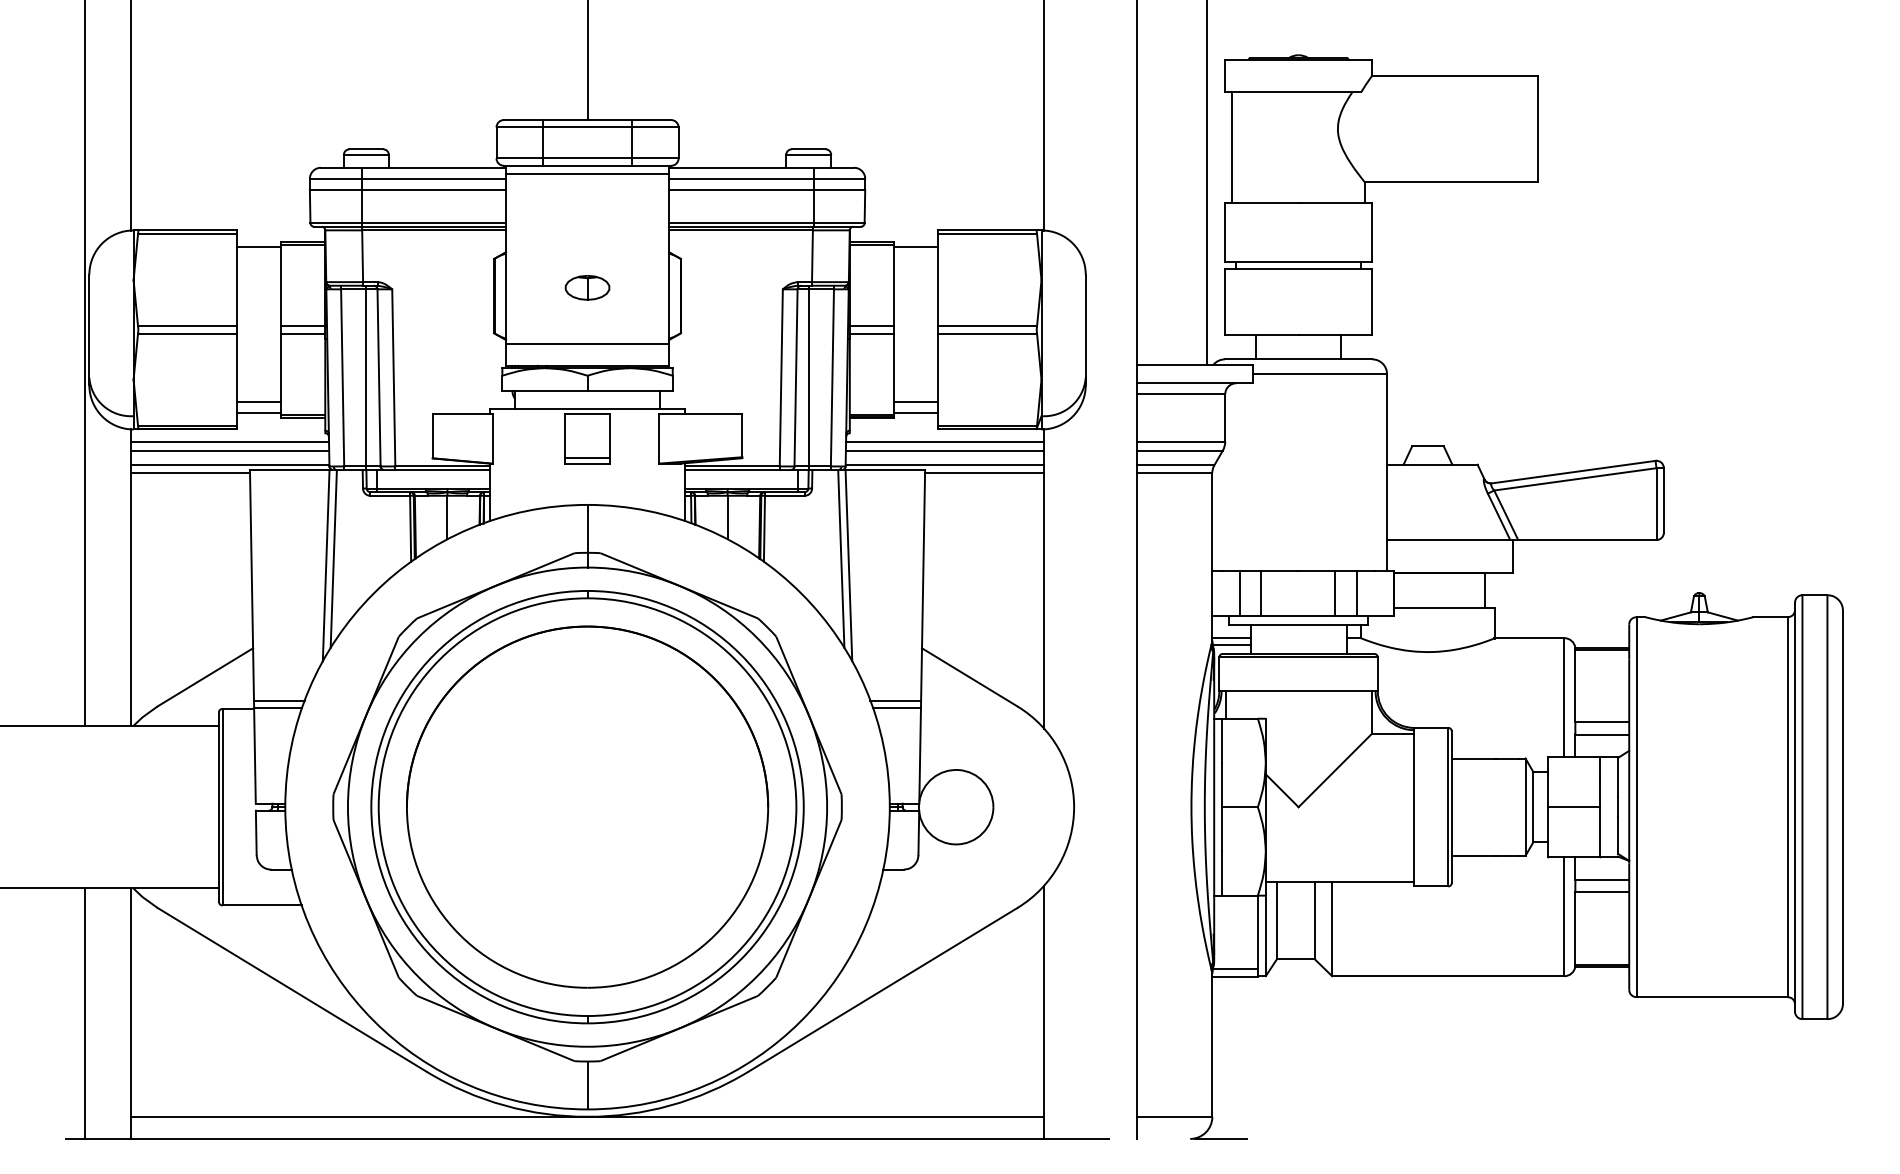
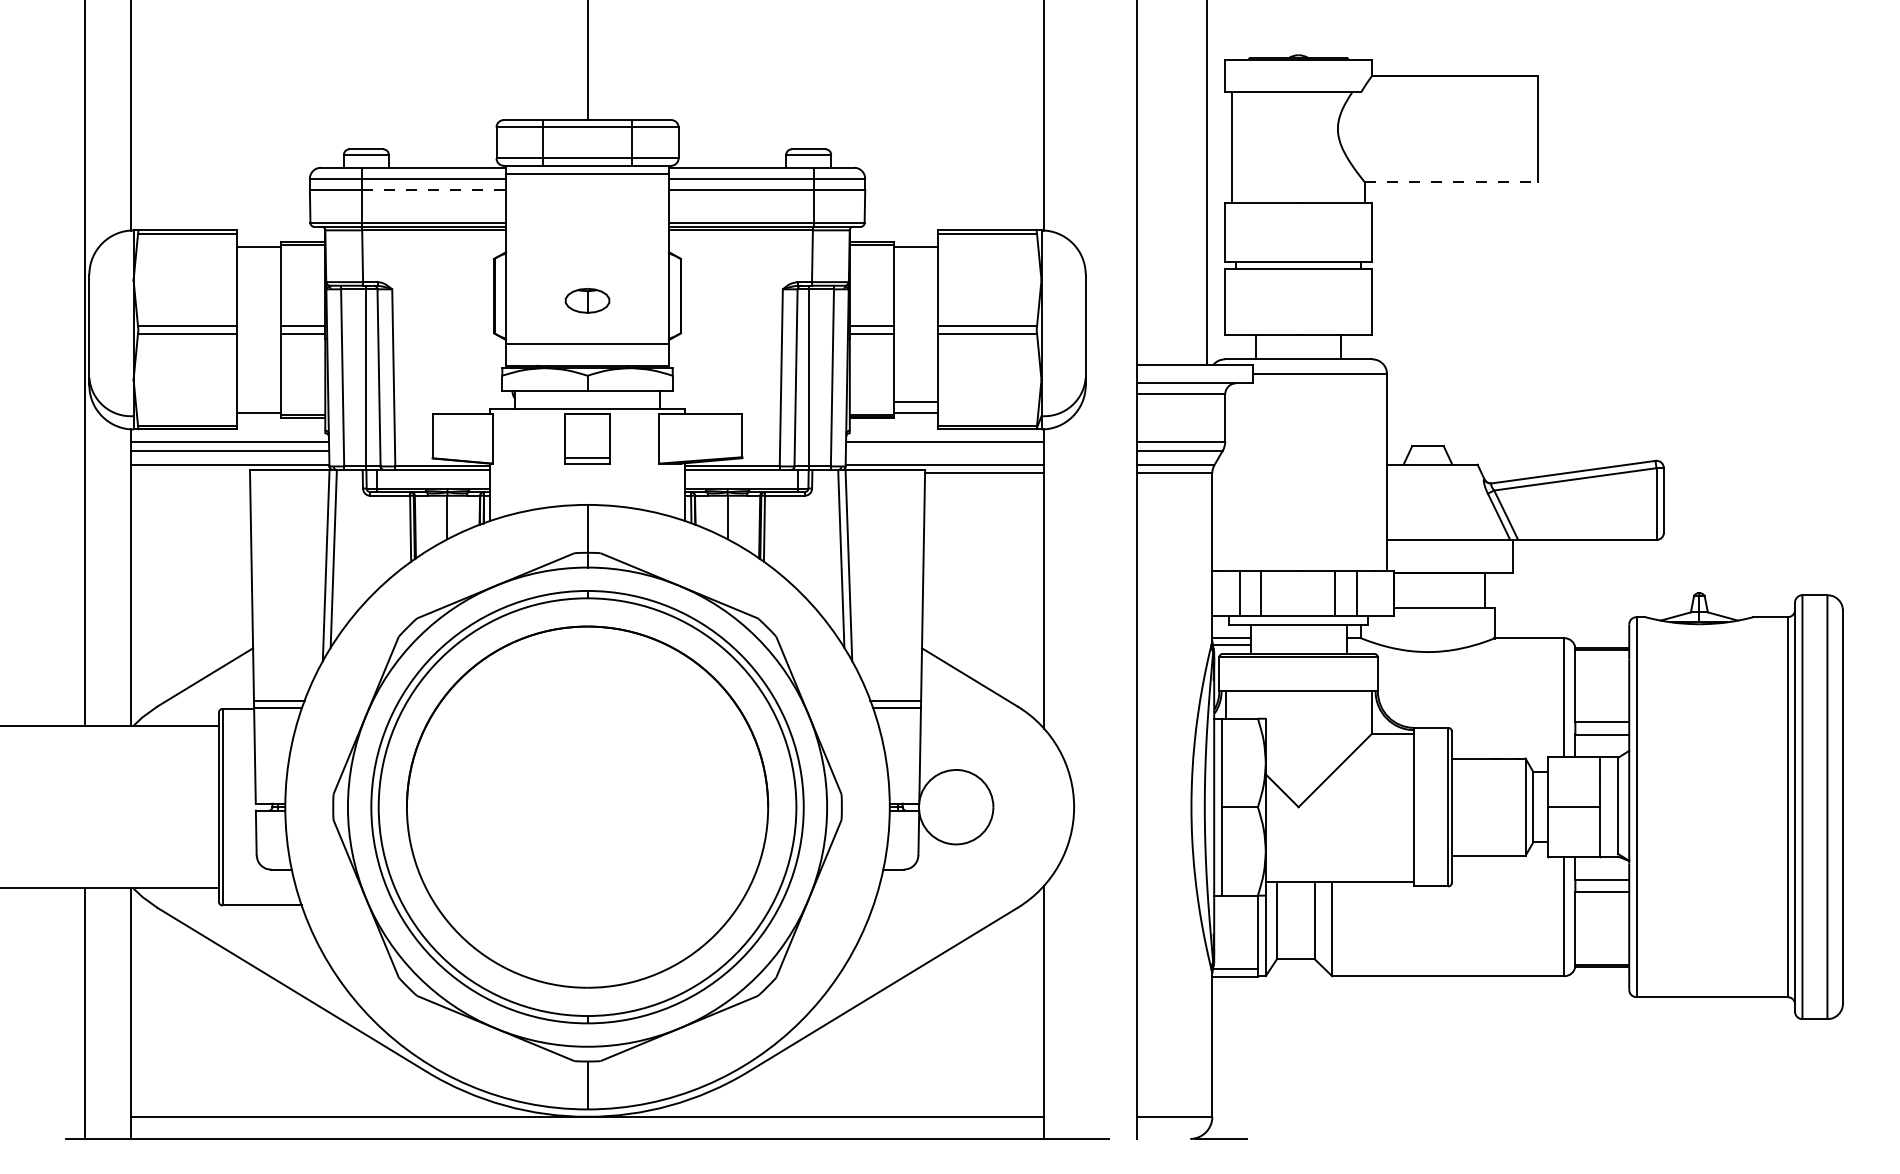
line at (1451, 182): solid -> dashed
line at (434, 189): solid -> dashed
part at (587, 287) position: (587, 287) -> (587, 300)
line at (258, 401): present -> none
line at (944, 450): present -> none
line at (190, 472): present -> none
